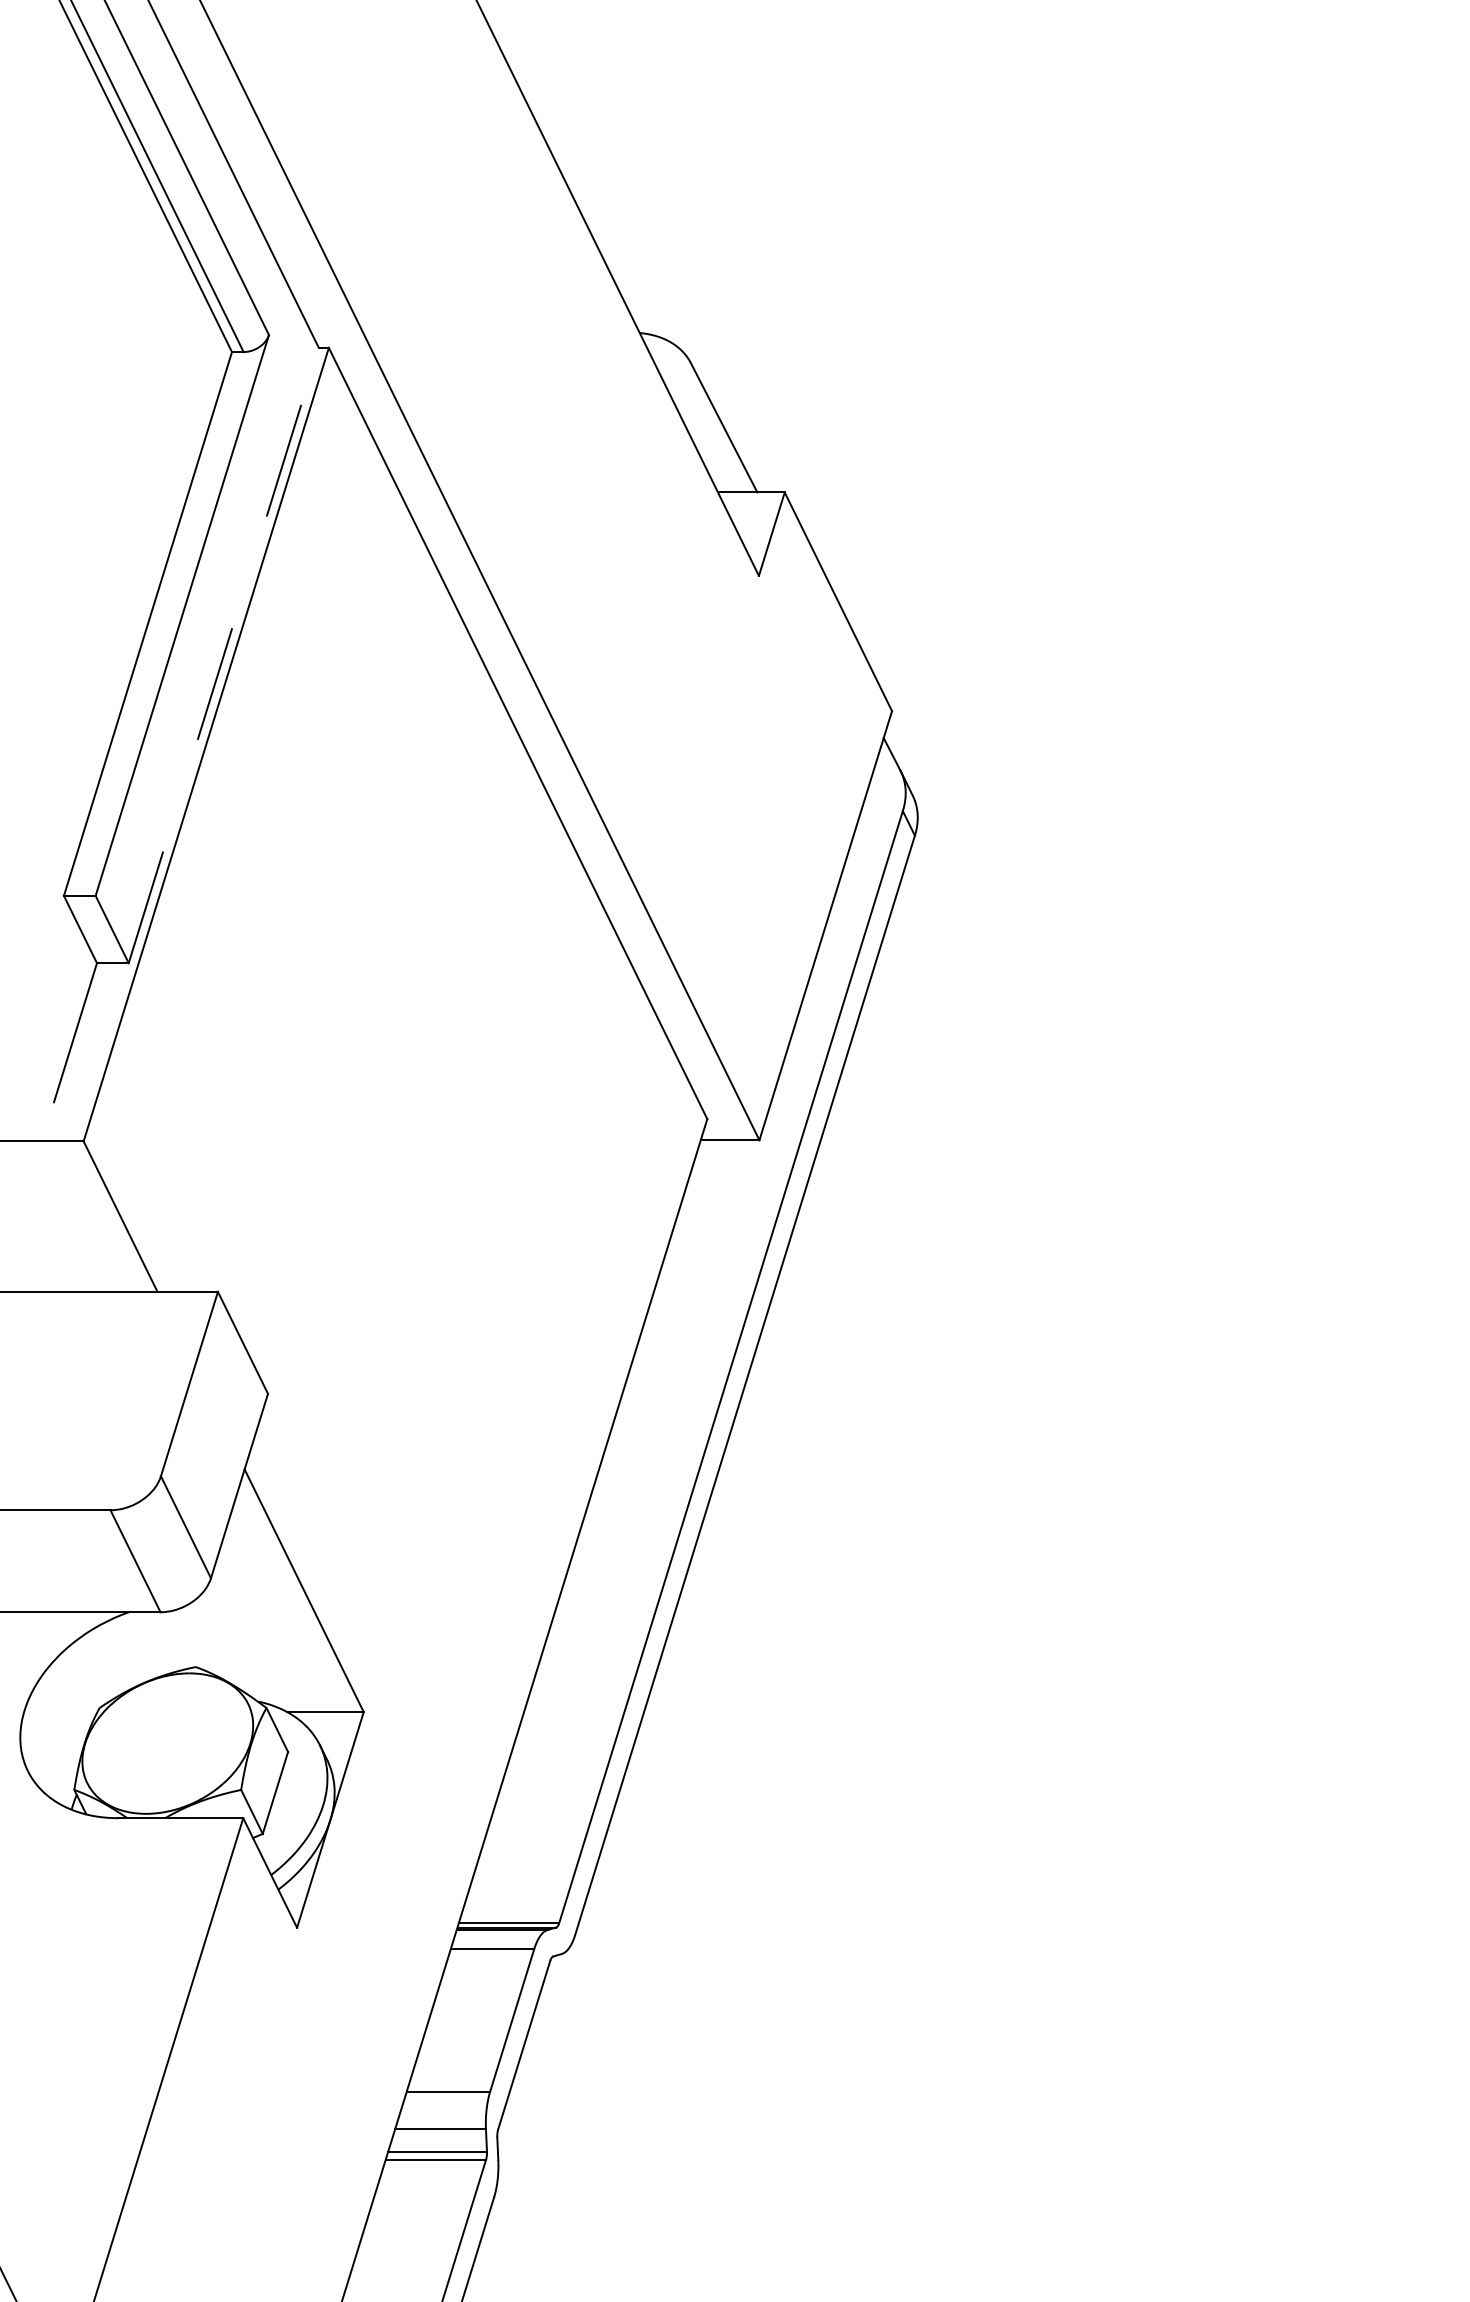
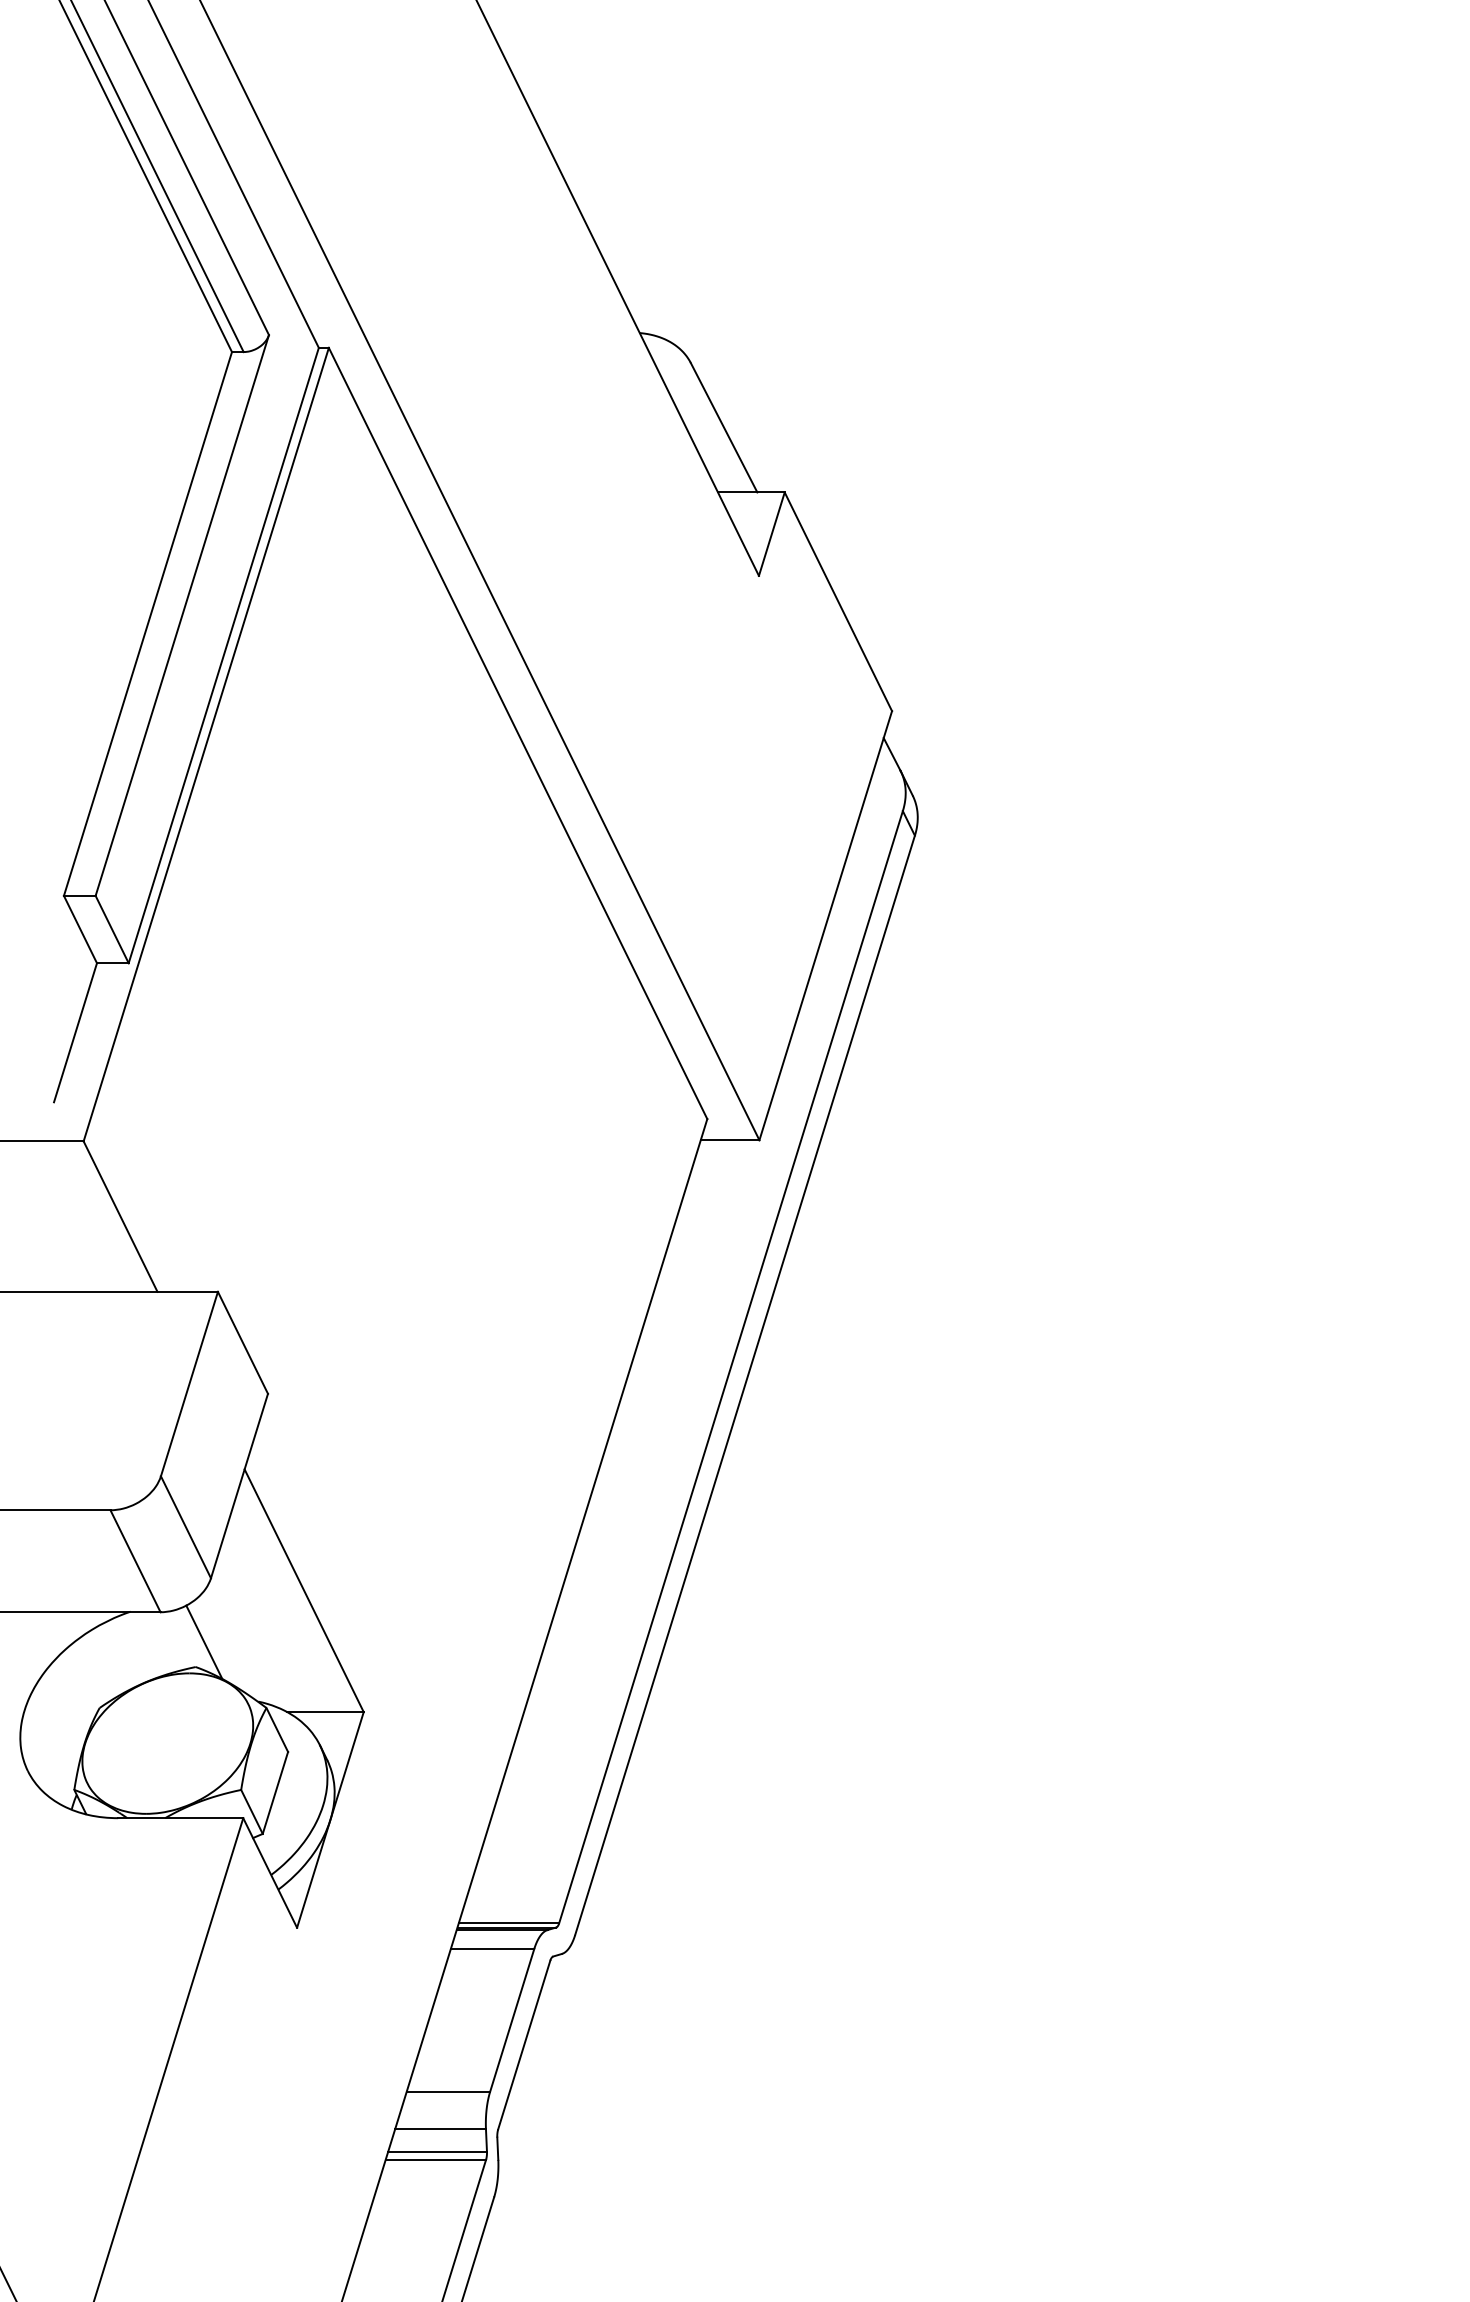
line at (223, 655): dashed -> solid
line at (204, 1642): none -> present
